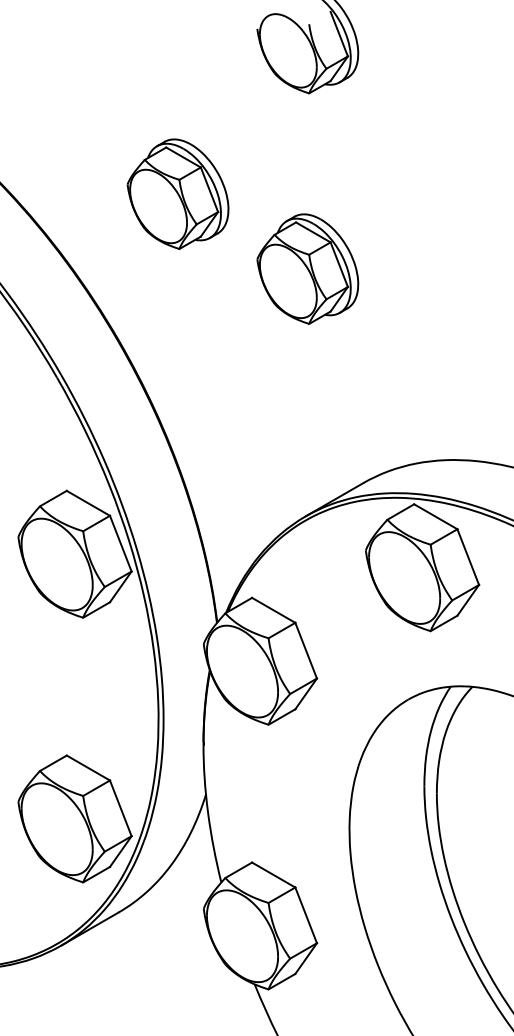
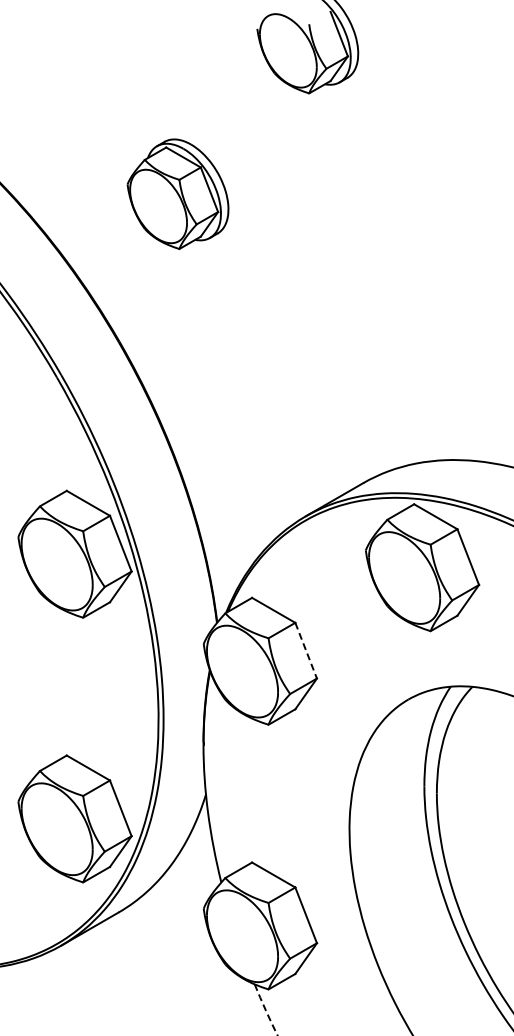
part at (307, 268): present -> none
line at (306, 650): solid -> dashed
arc at (266, 1010): solid -> dashed
